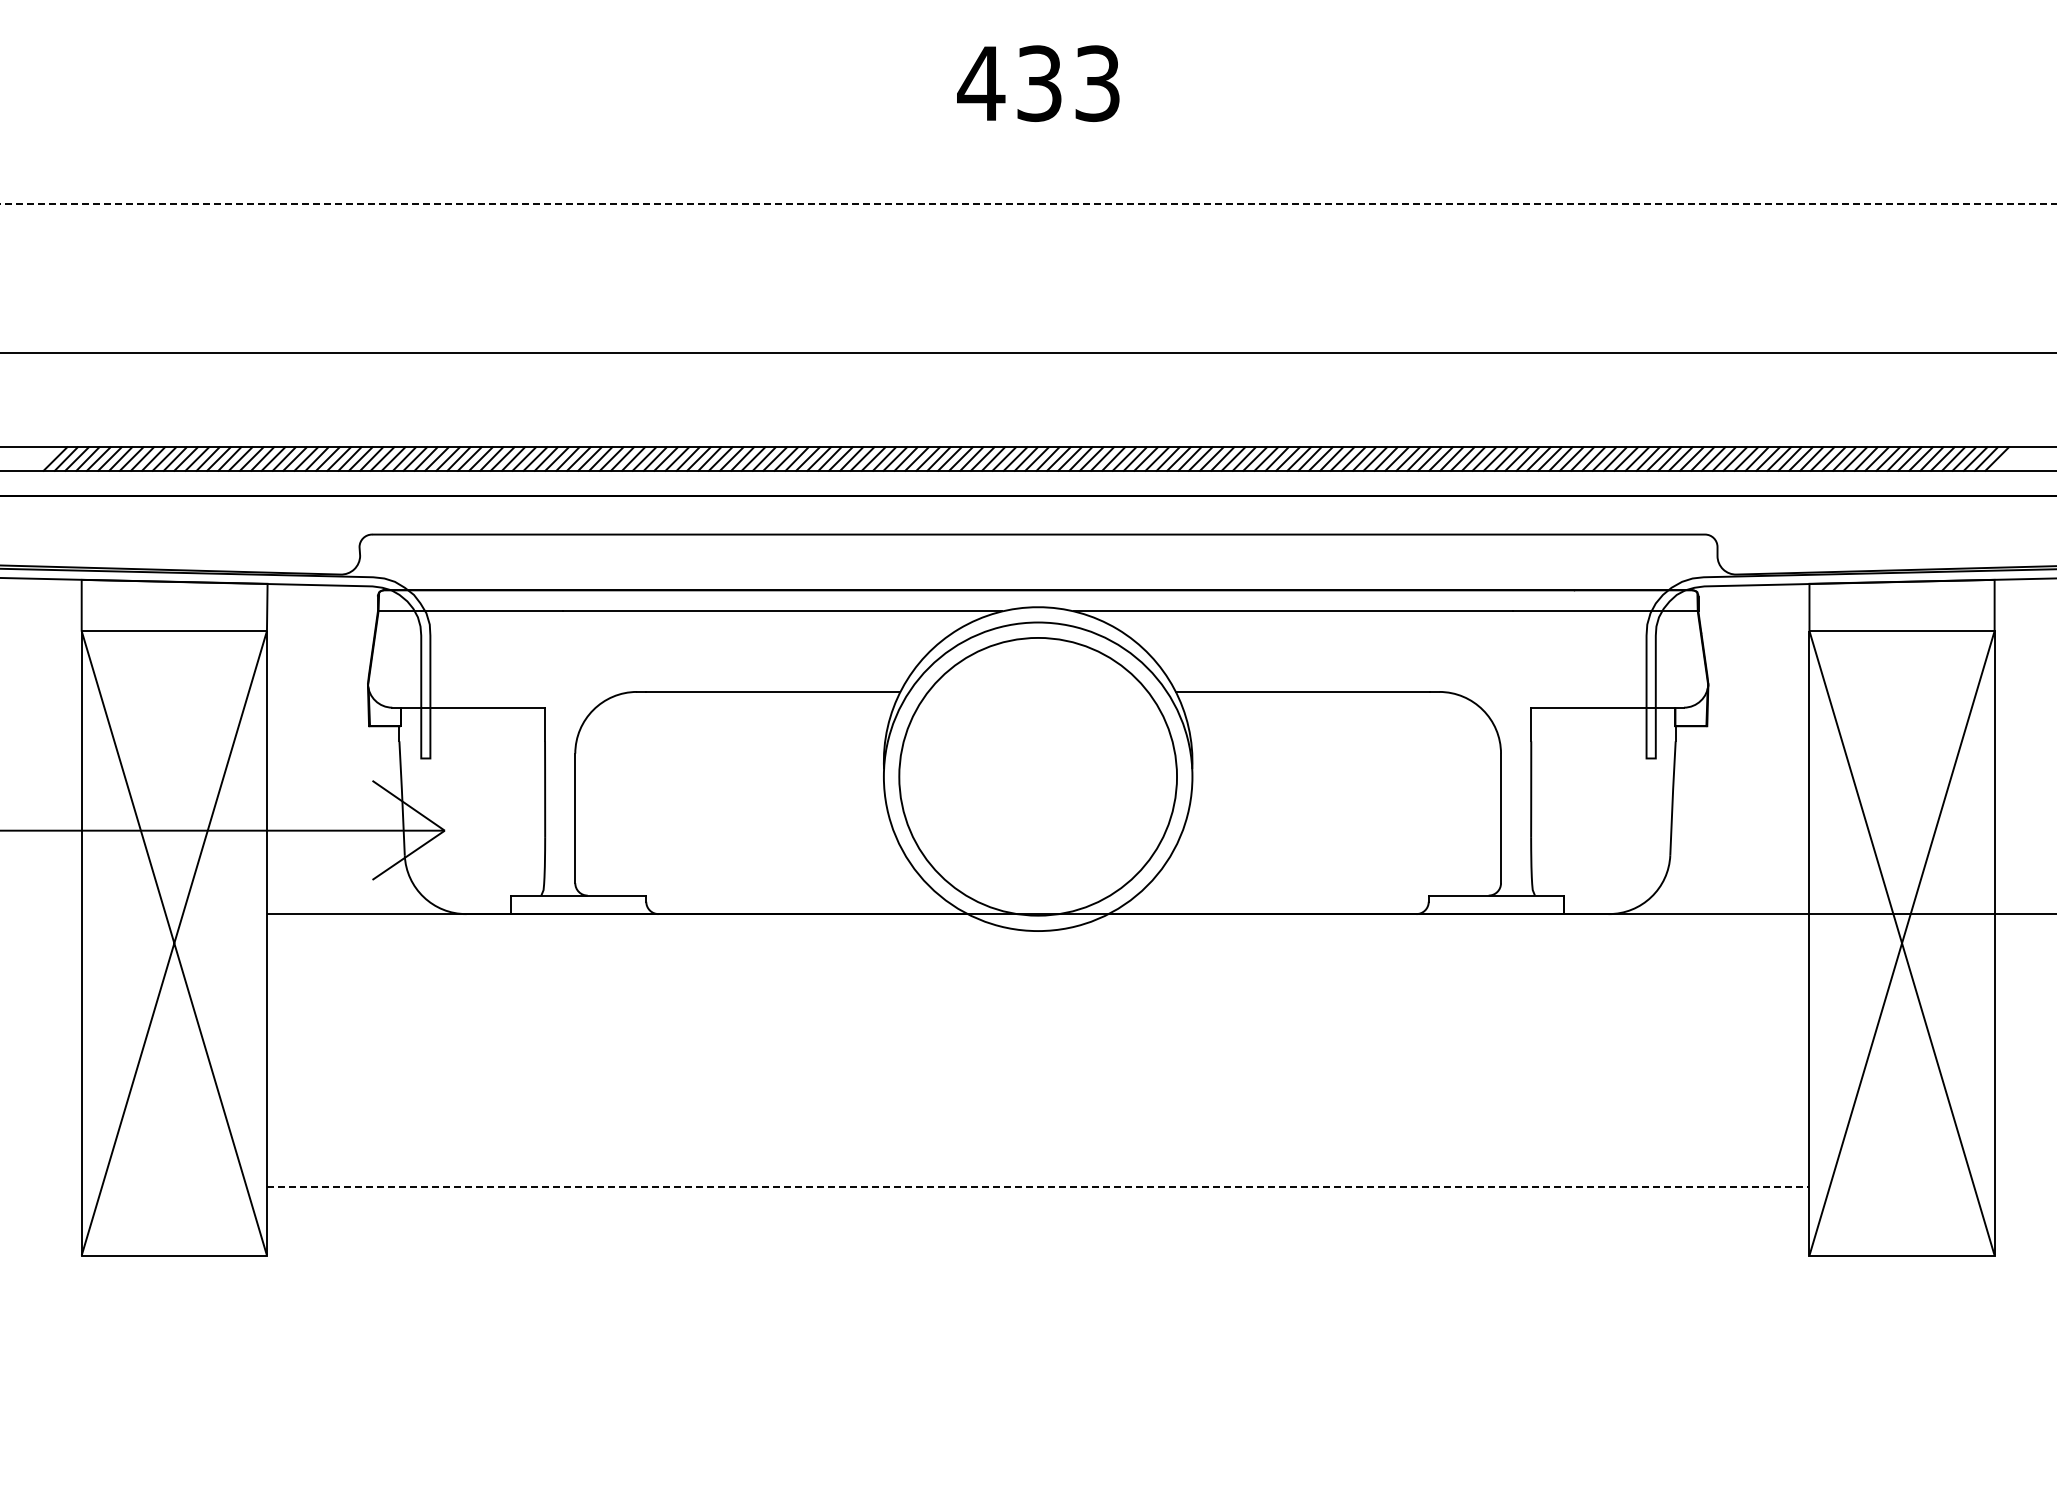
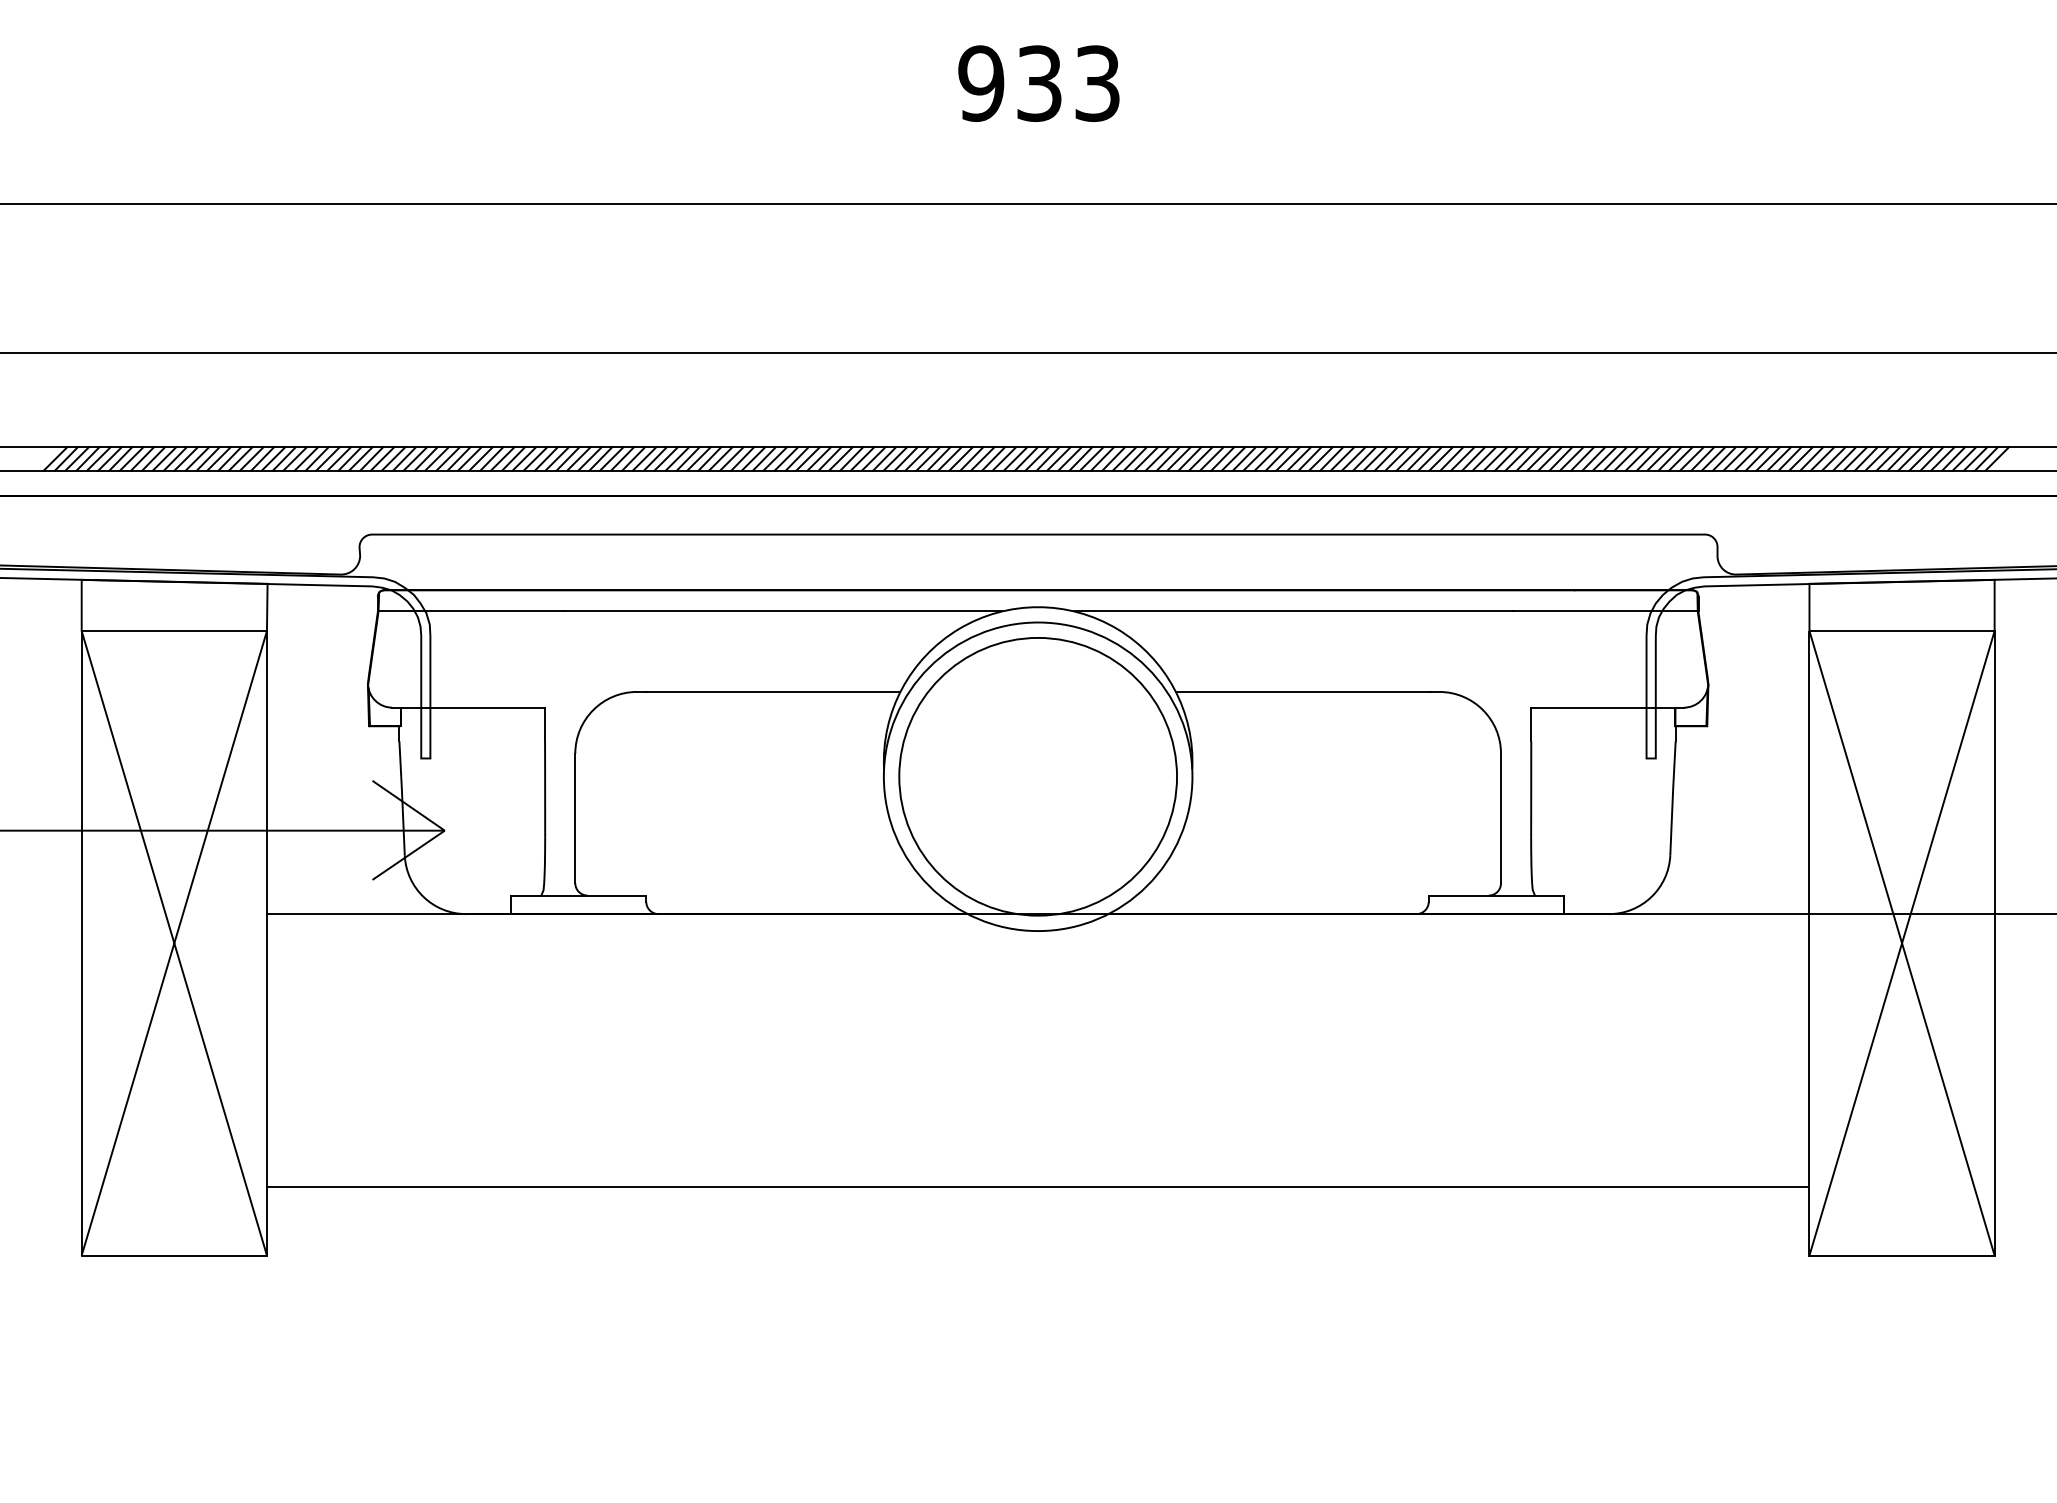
text at (981, 83): 433 -> 933
line at (1028, 203): dashed -> solid
line at (1038, 1186): dashed -> solid
